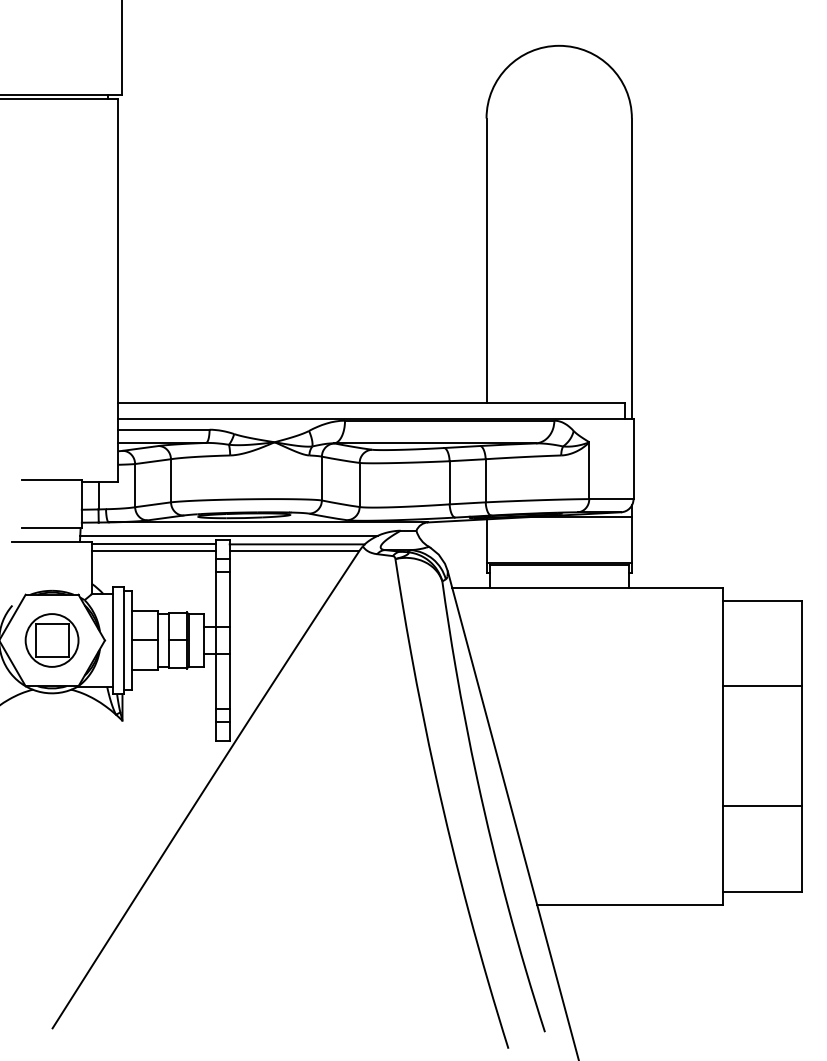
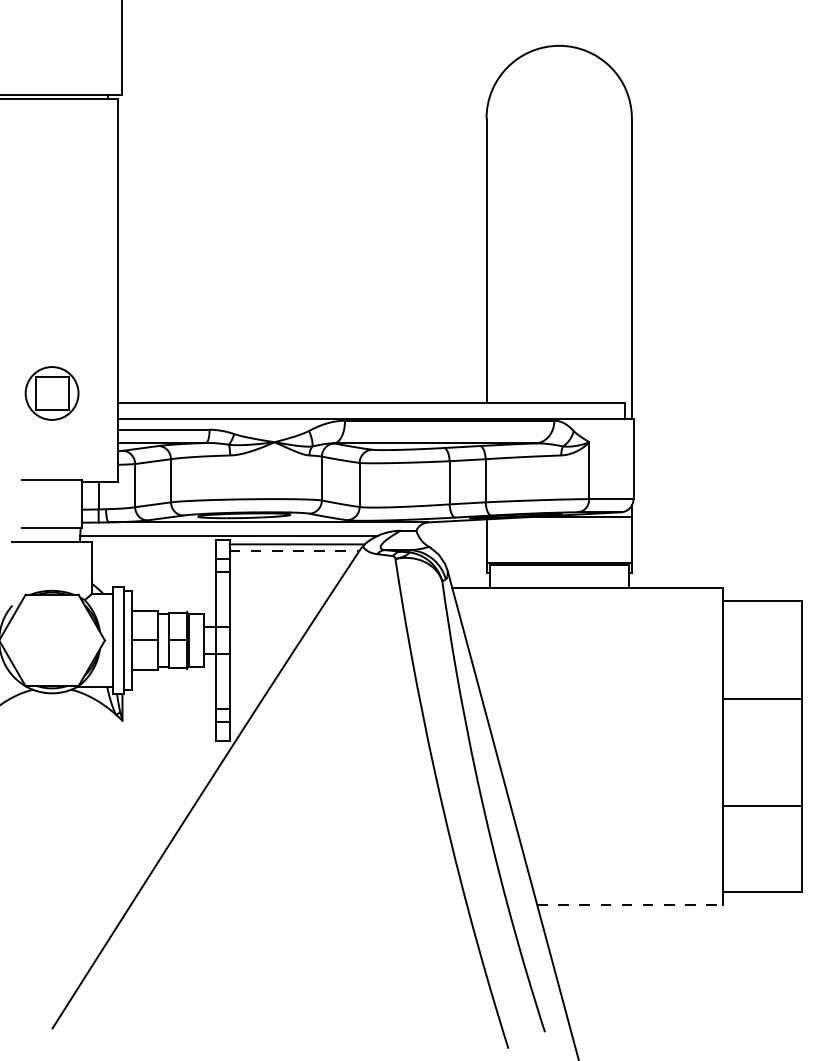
line at (153, 544): present -> none
line at (153, 551): present -> none
line at (294, 551): solid -> dashed
part at (51, 640) position: (51, 640) -> (51, 393)
line at (762, 686) position: (762, 686) -> (762, 699)
line at (629, 904): solid -> dashed
